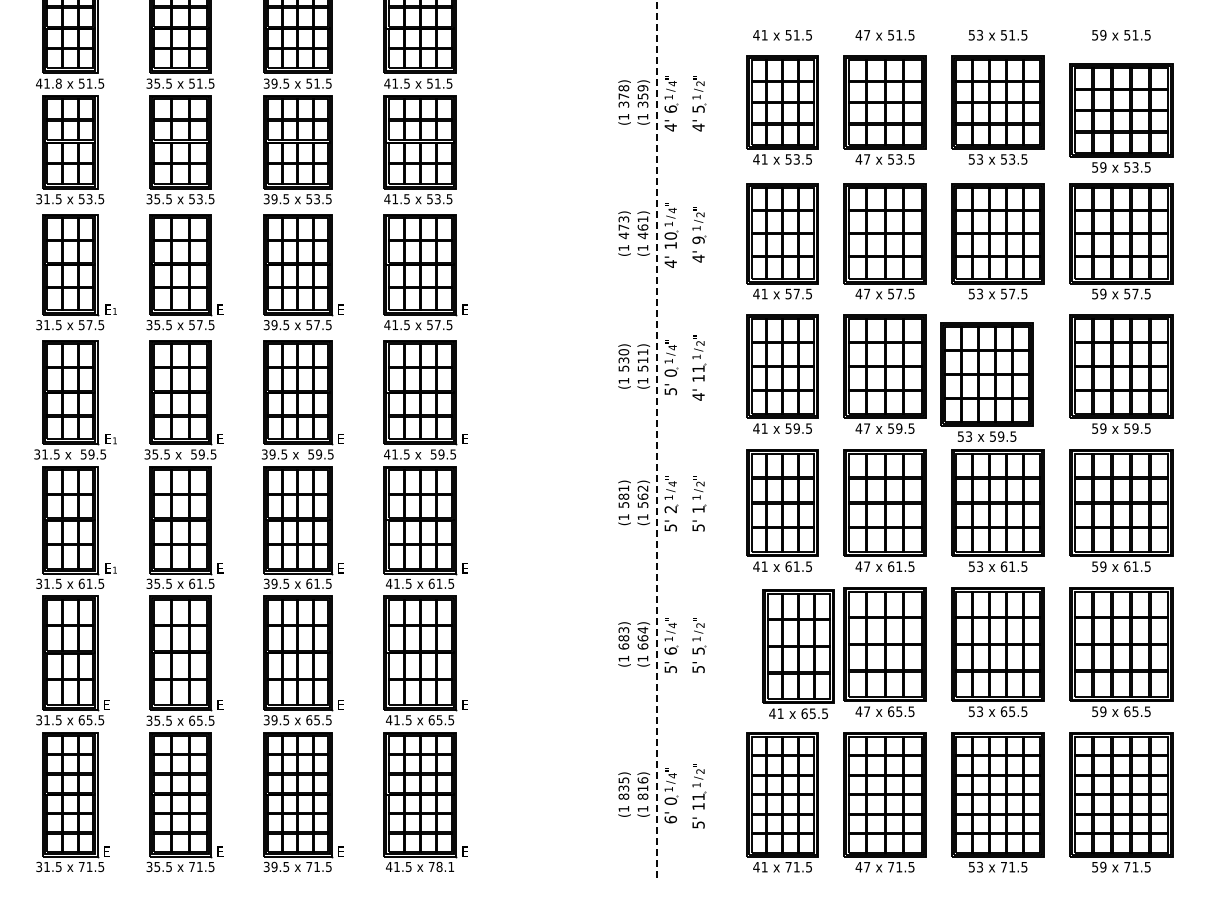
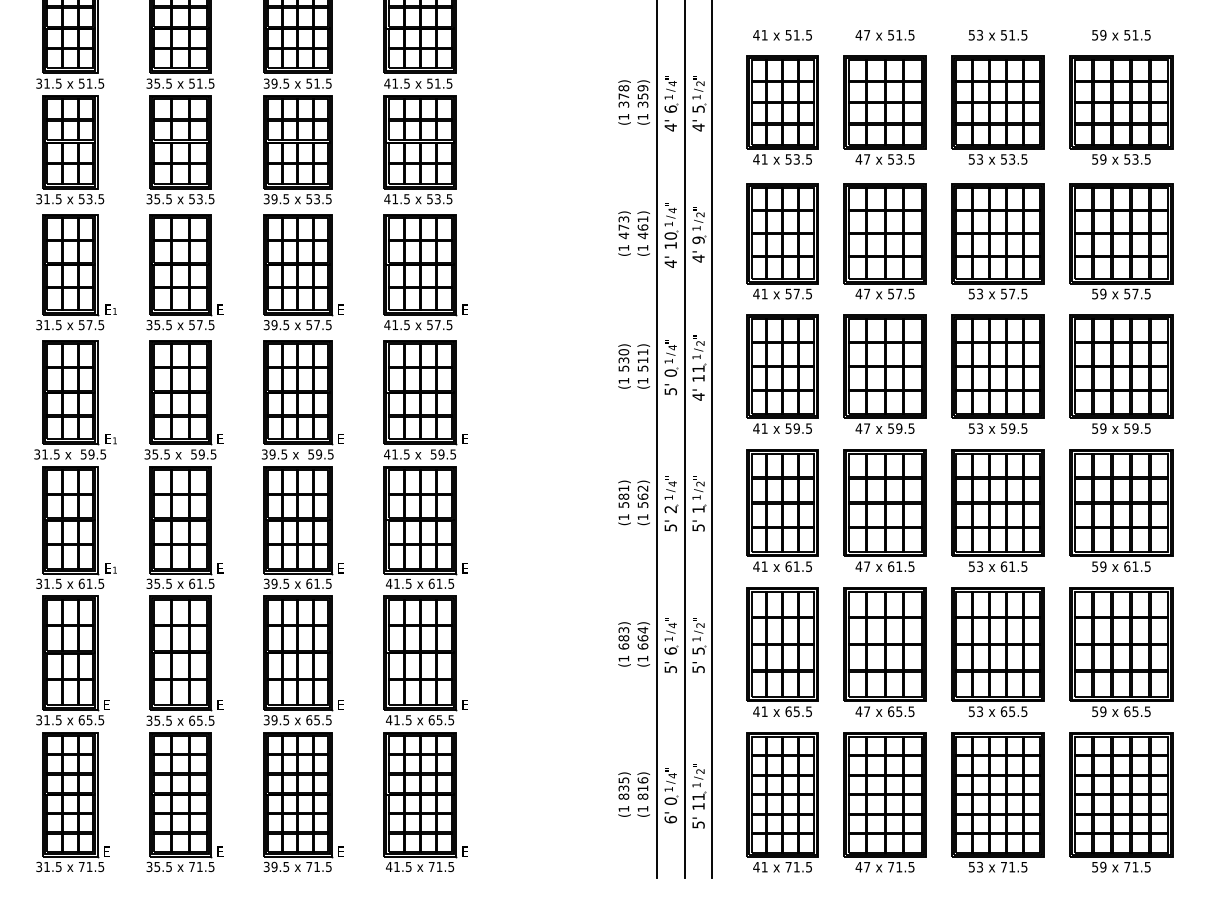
text at (48, 83): 41.8 -> 31.5
part at (1121, 117) position: (1121, 117) -> (1121, 109)
part at (986, 381) position: (986, 381) -> (997, 373)
line at (656, 438): dashed -> solid
line at (684, 439): none -> present
line at (712, 439): none -> present
part at (798, 654) position: (798, 654) -> (782, 652)
text at (445, 866): 78.1 -> 71.5
